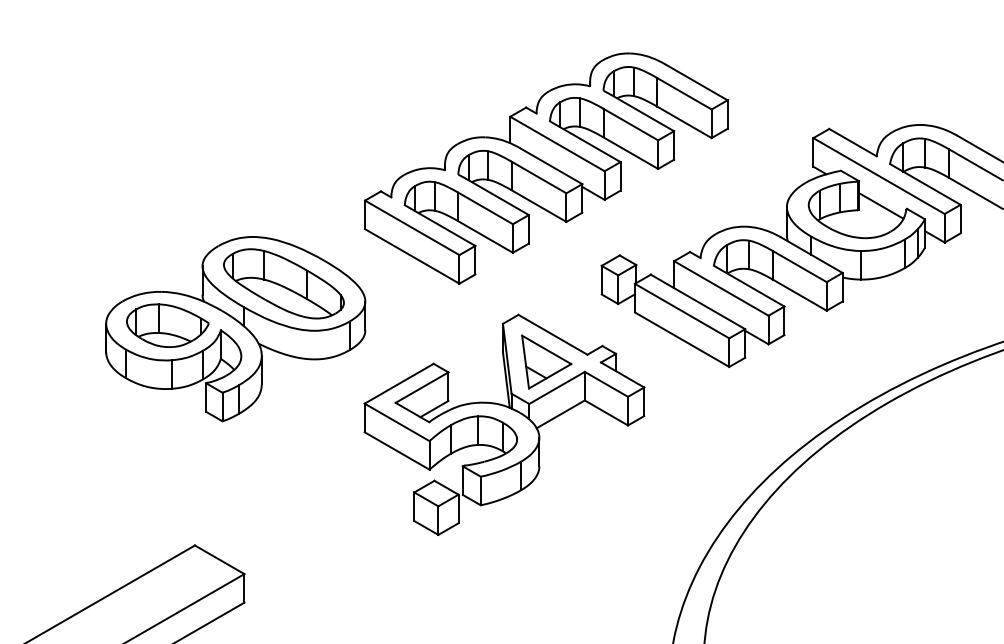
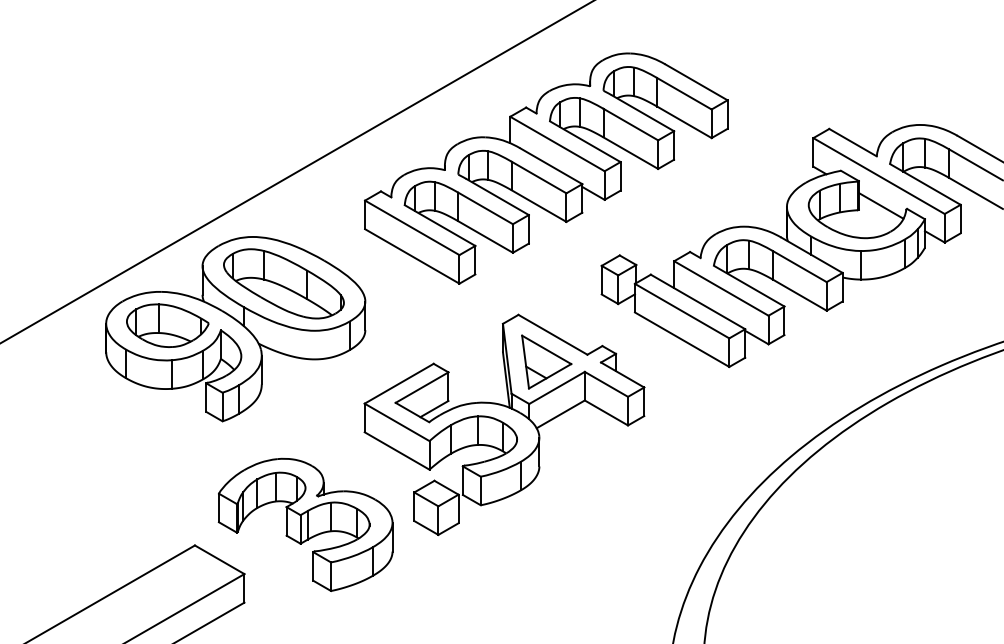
line at (296, 172): none -> present
part at (305, 524): none -> present
